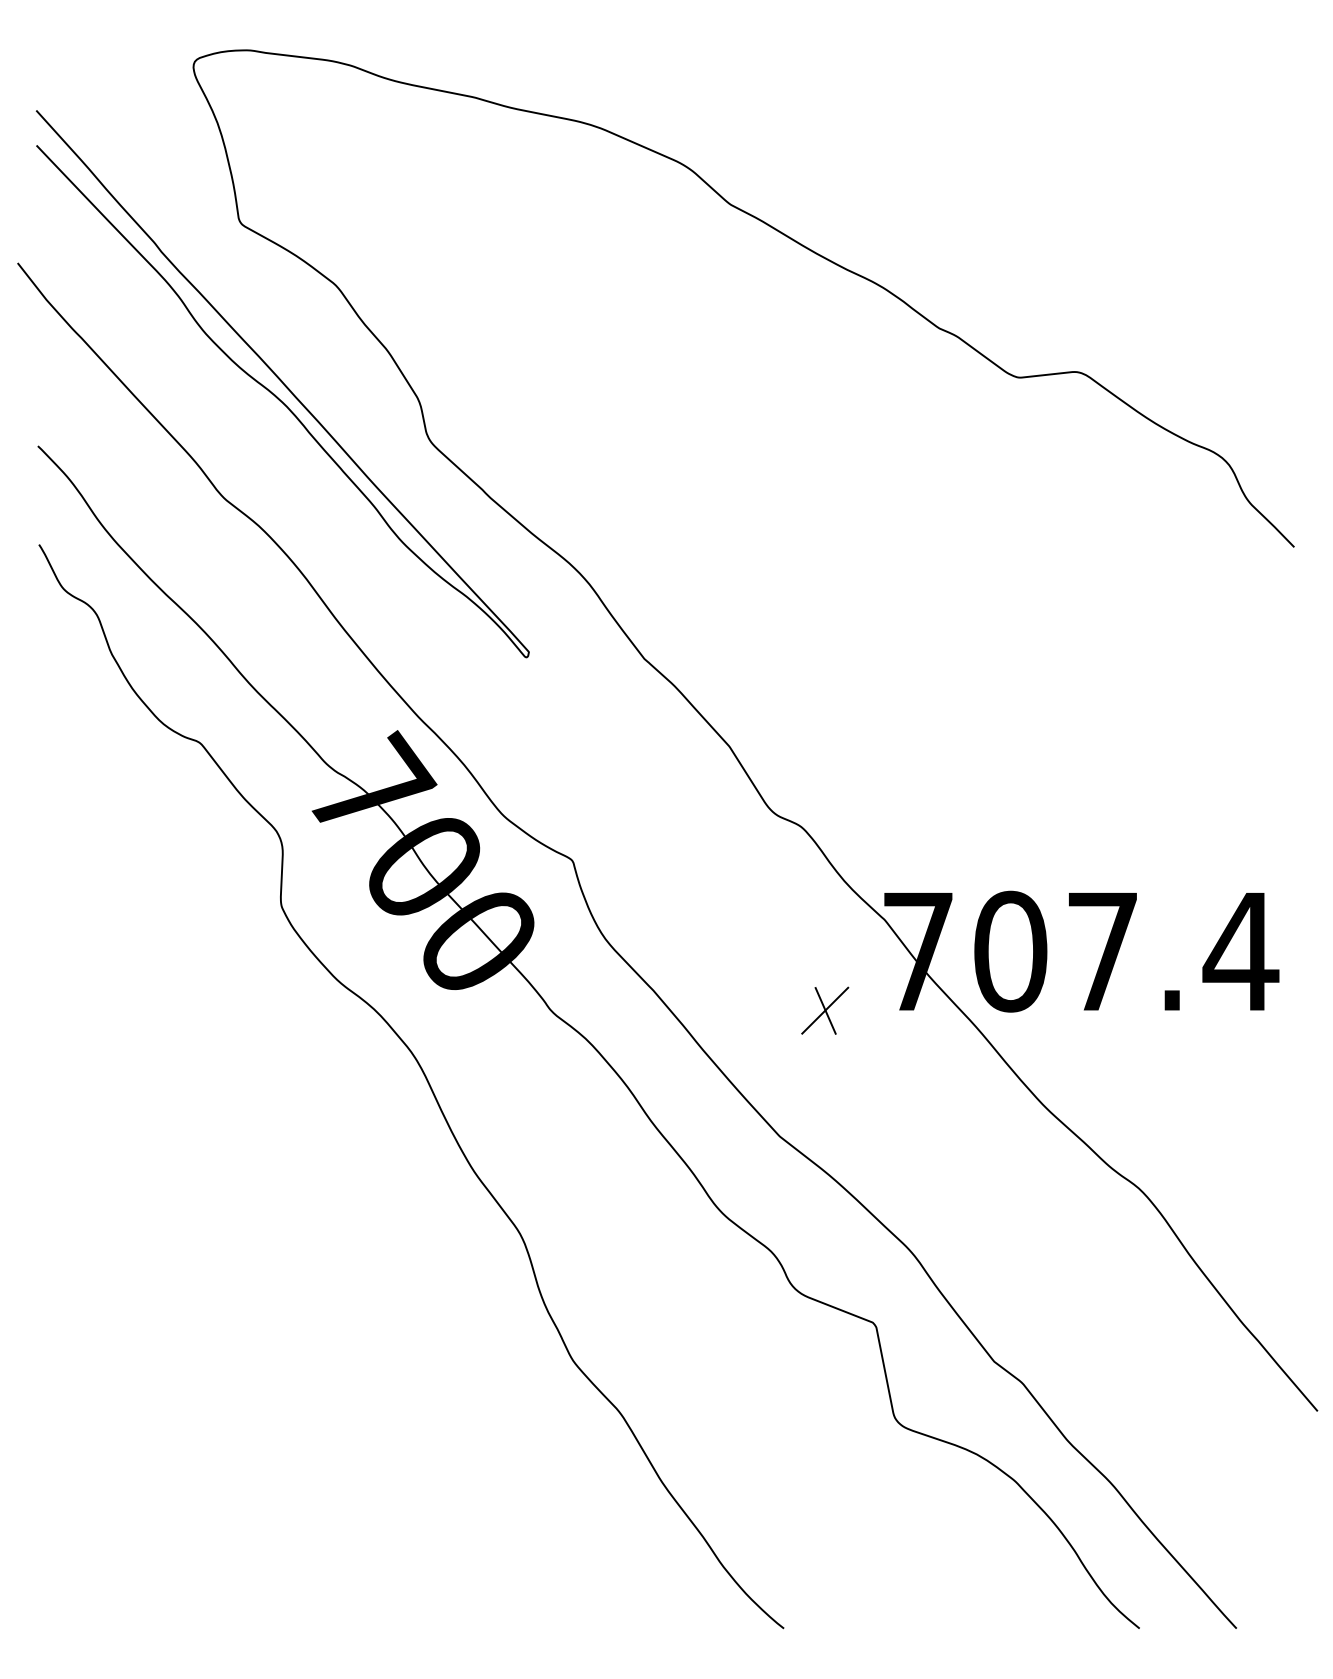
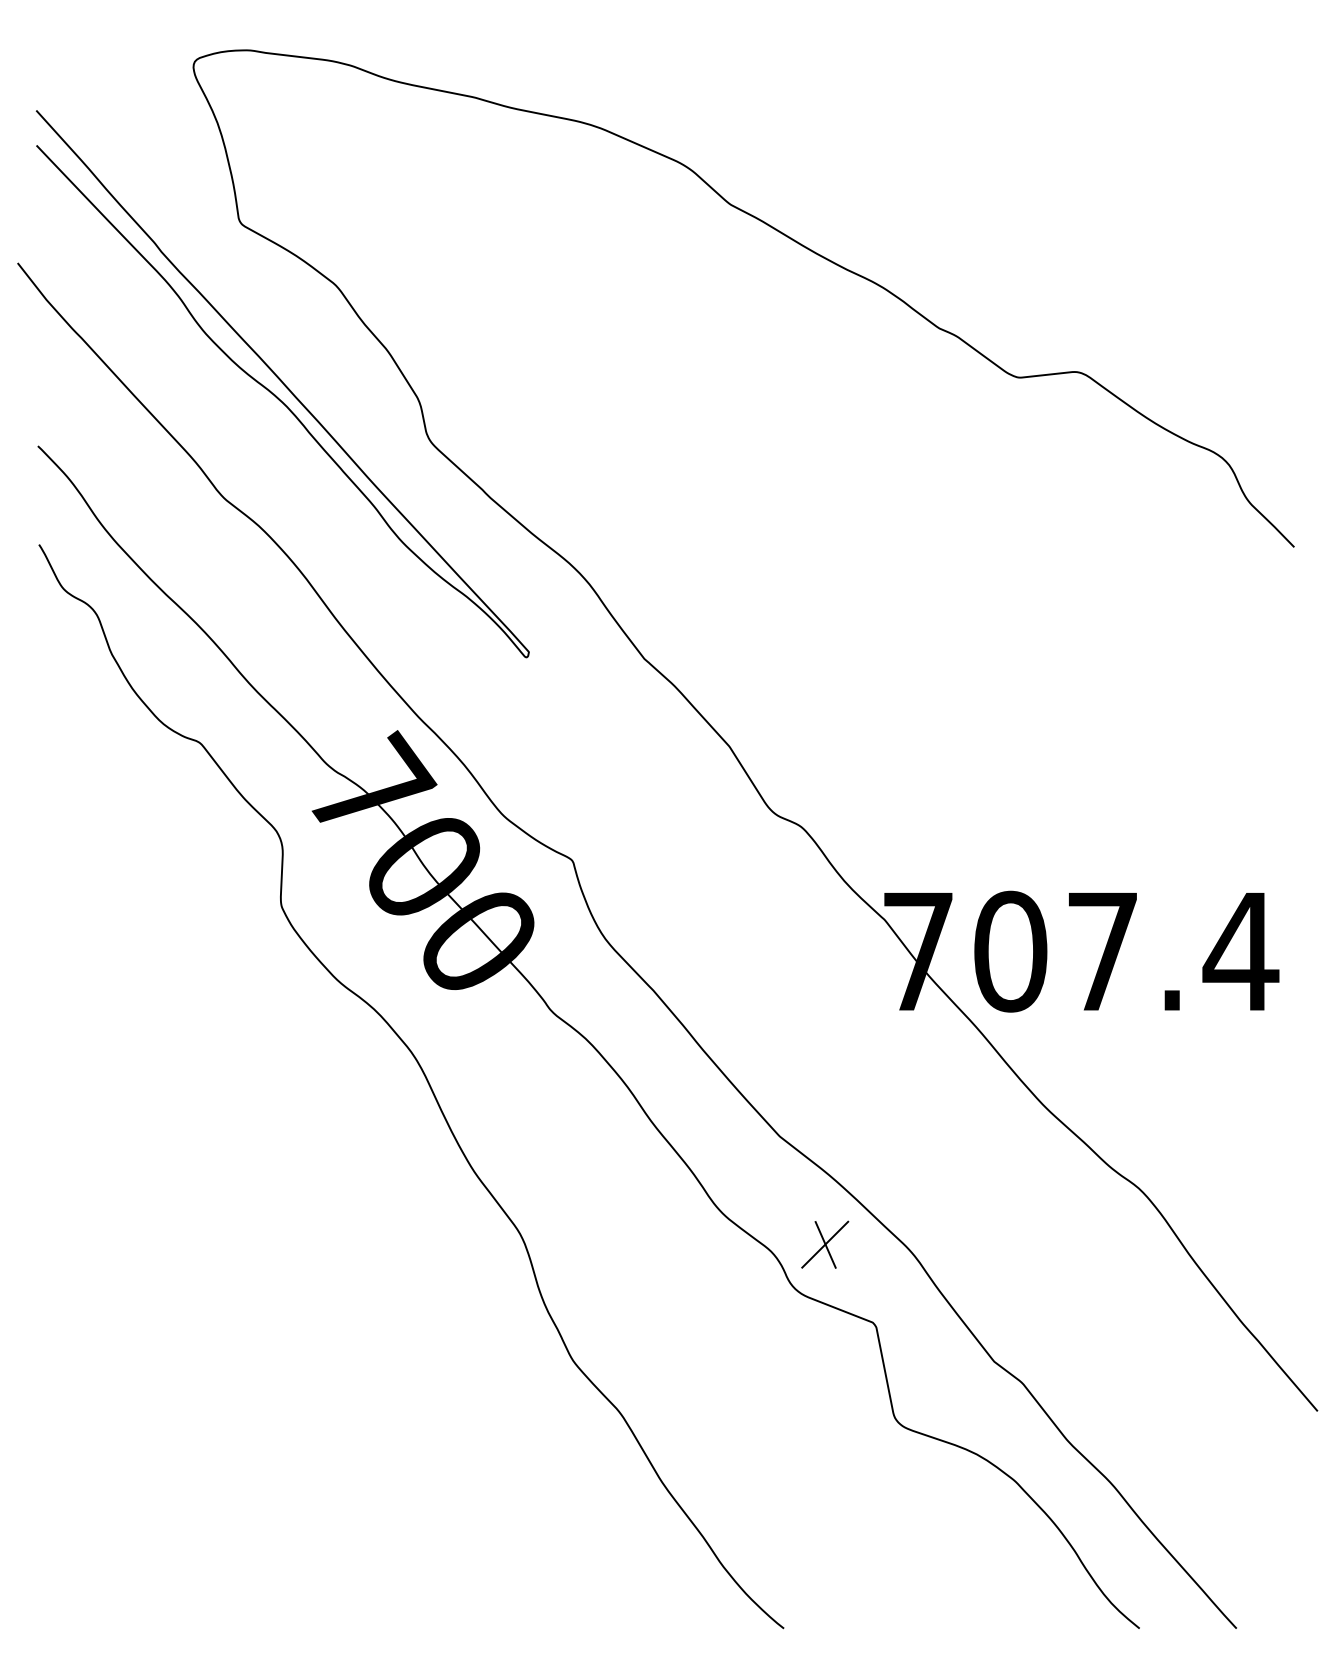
part at (825, 1010) position: (825, 1010) -> (825, 1244)
